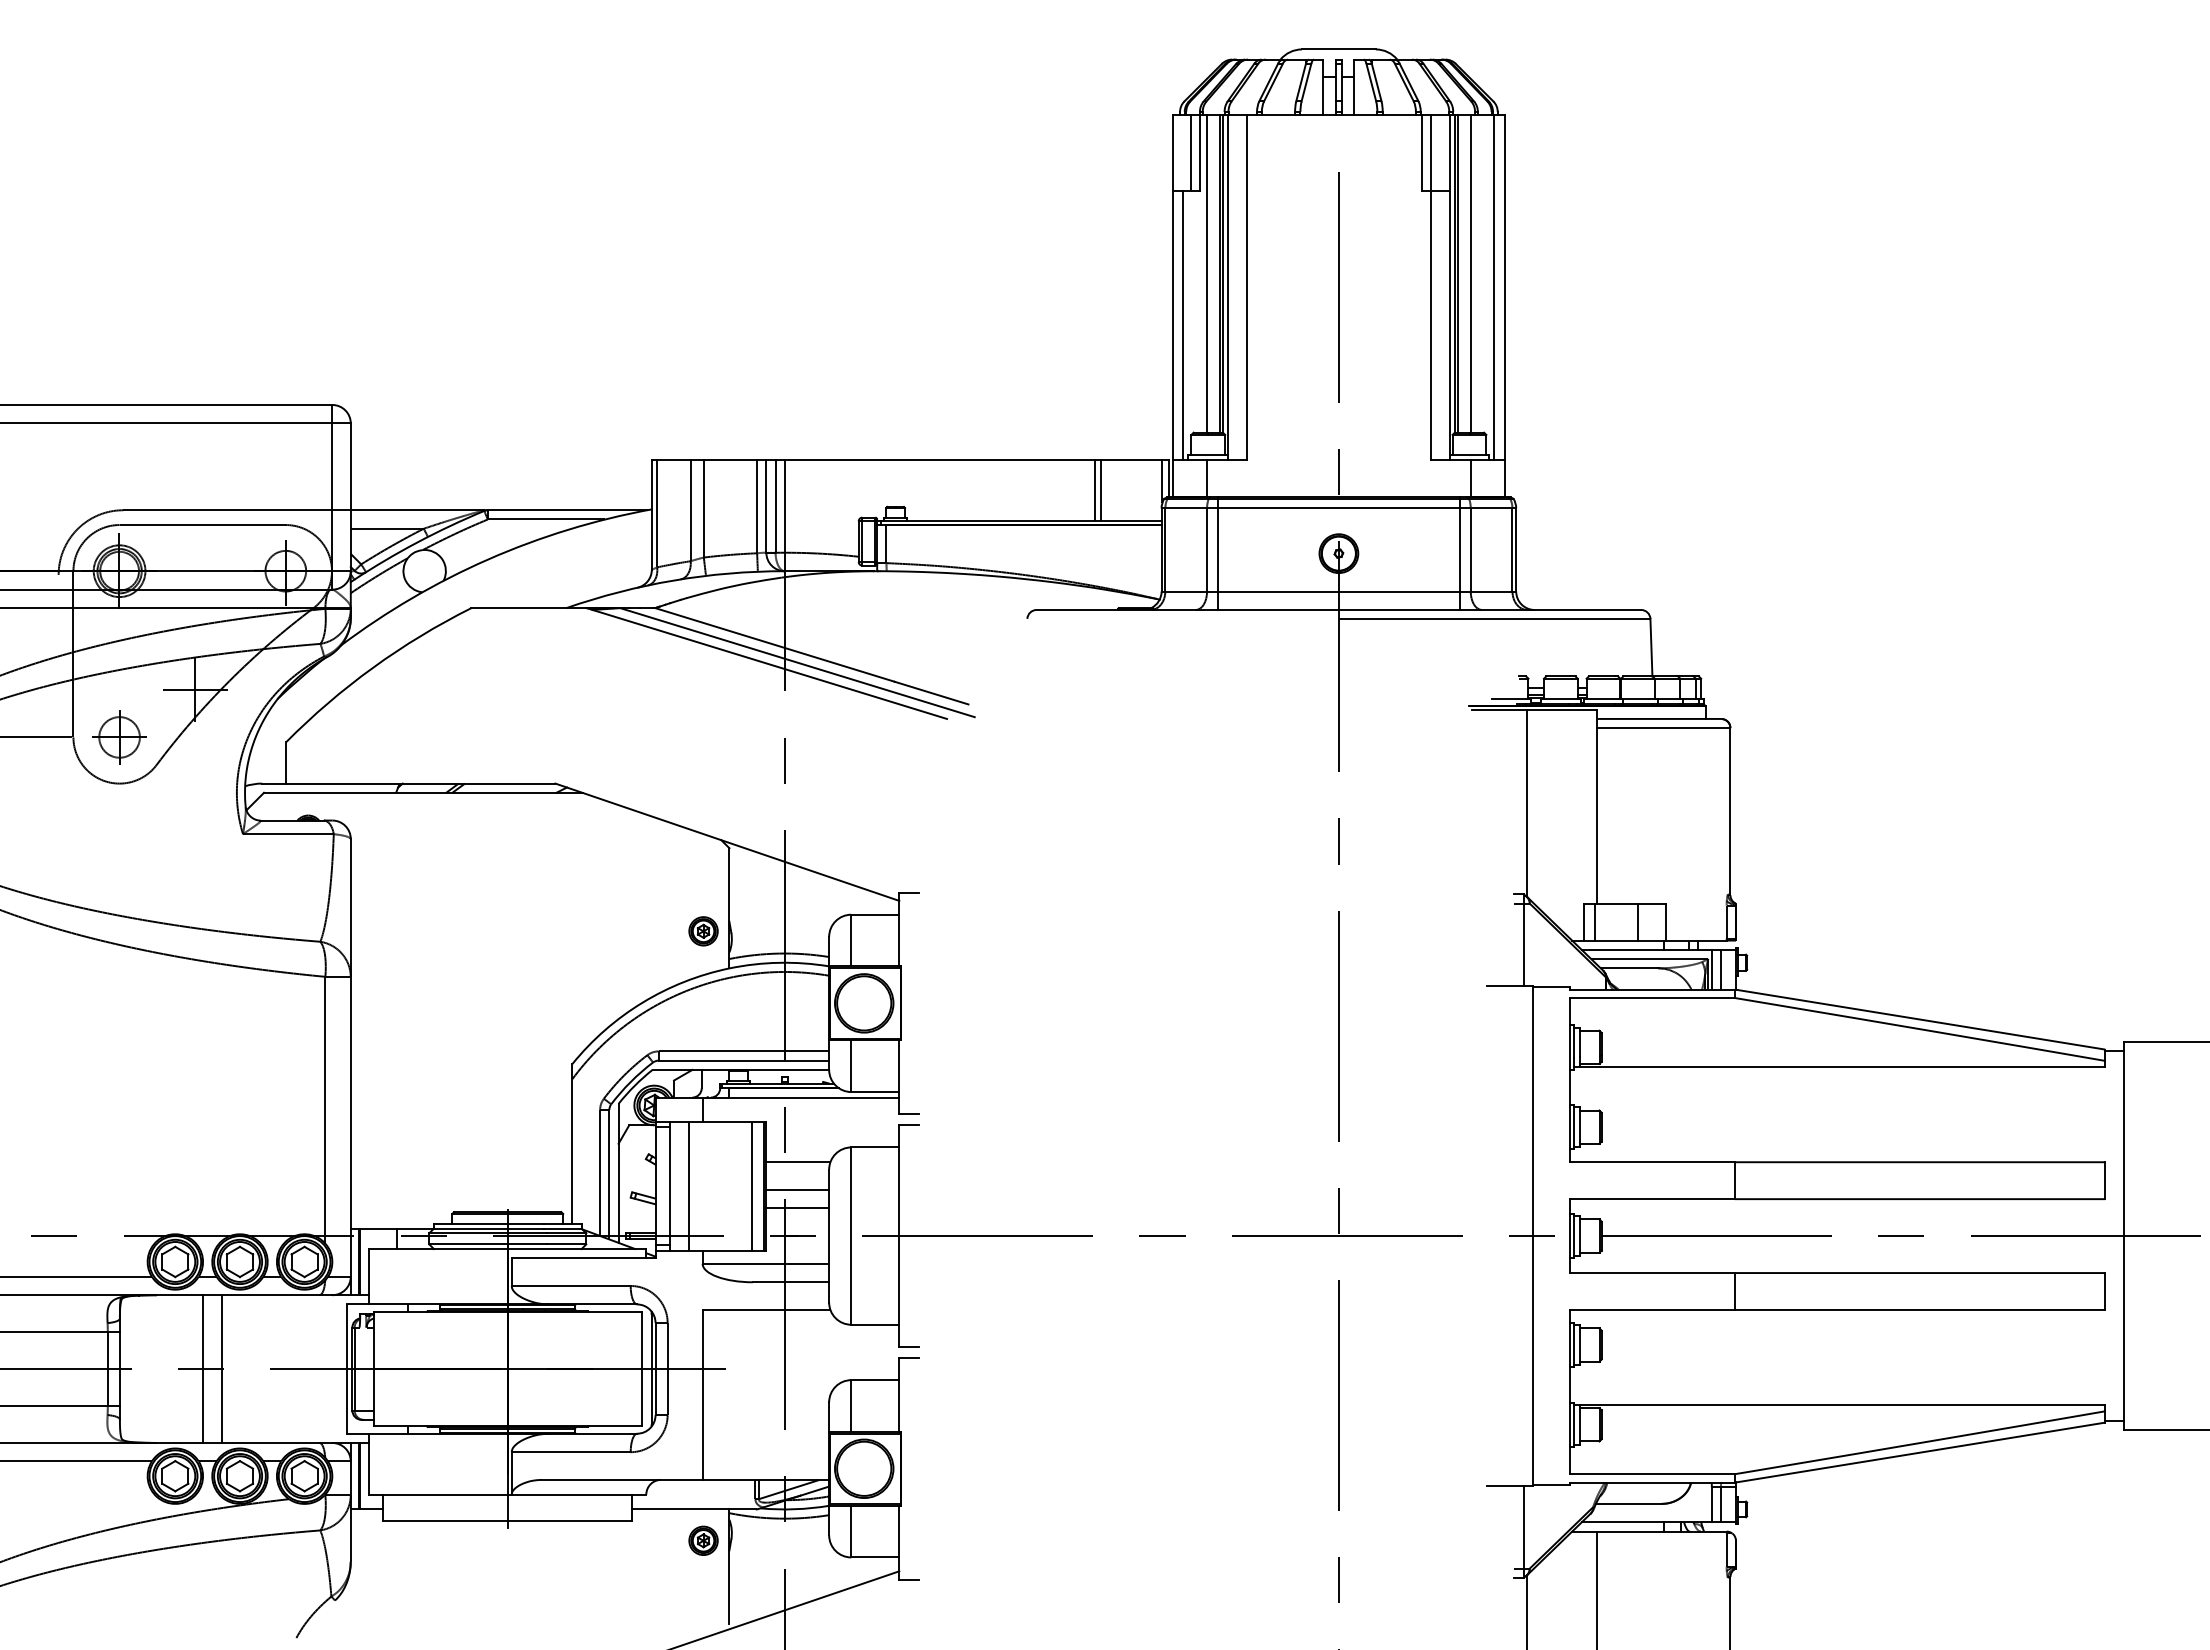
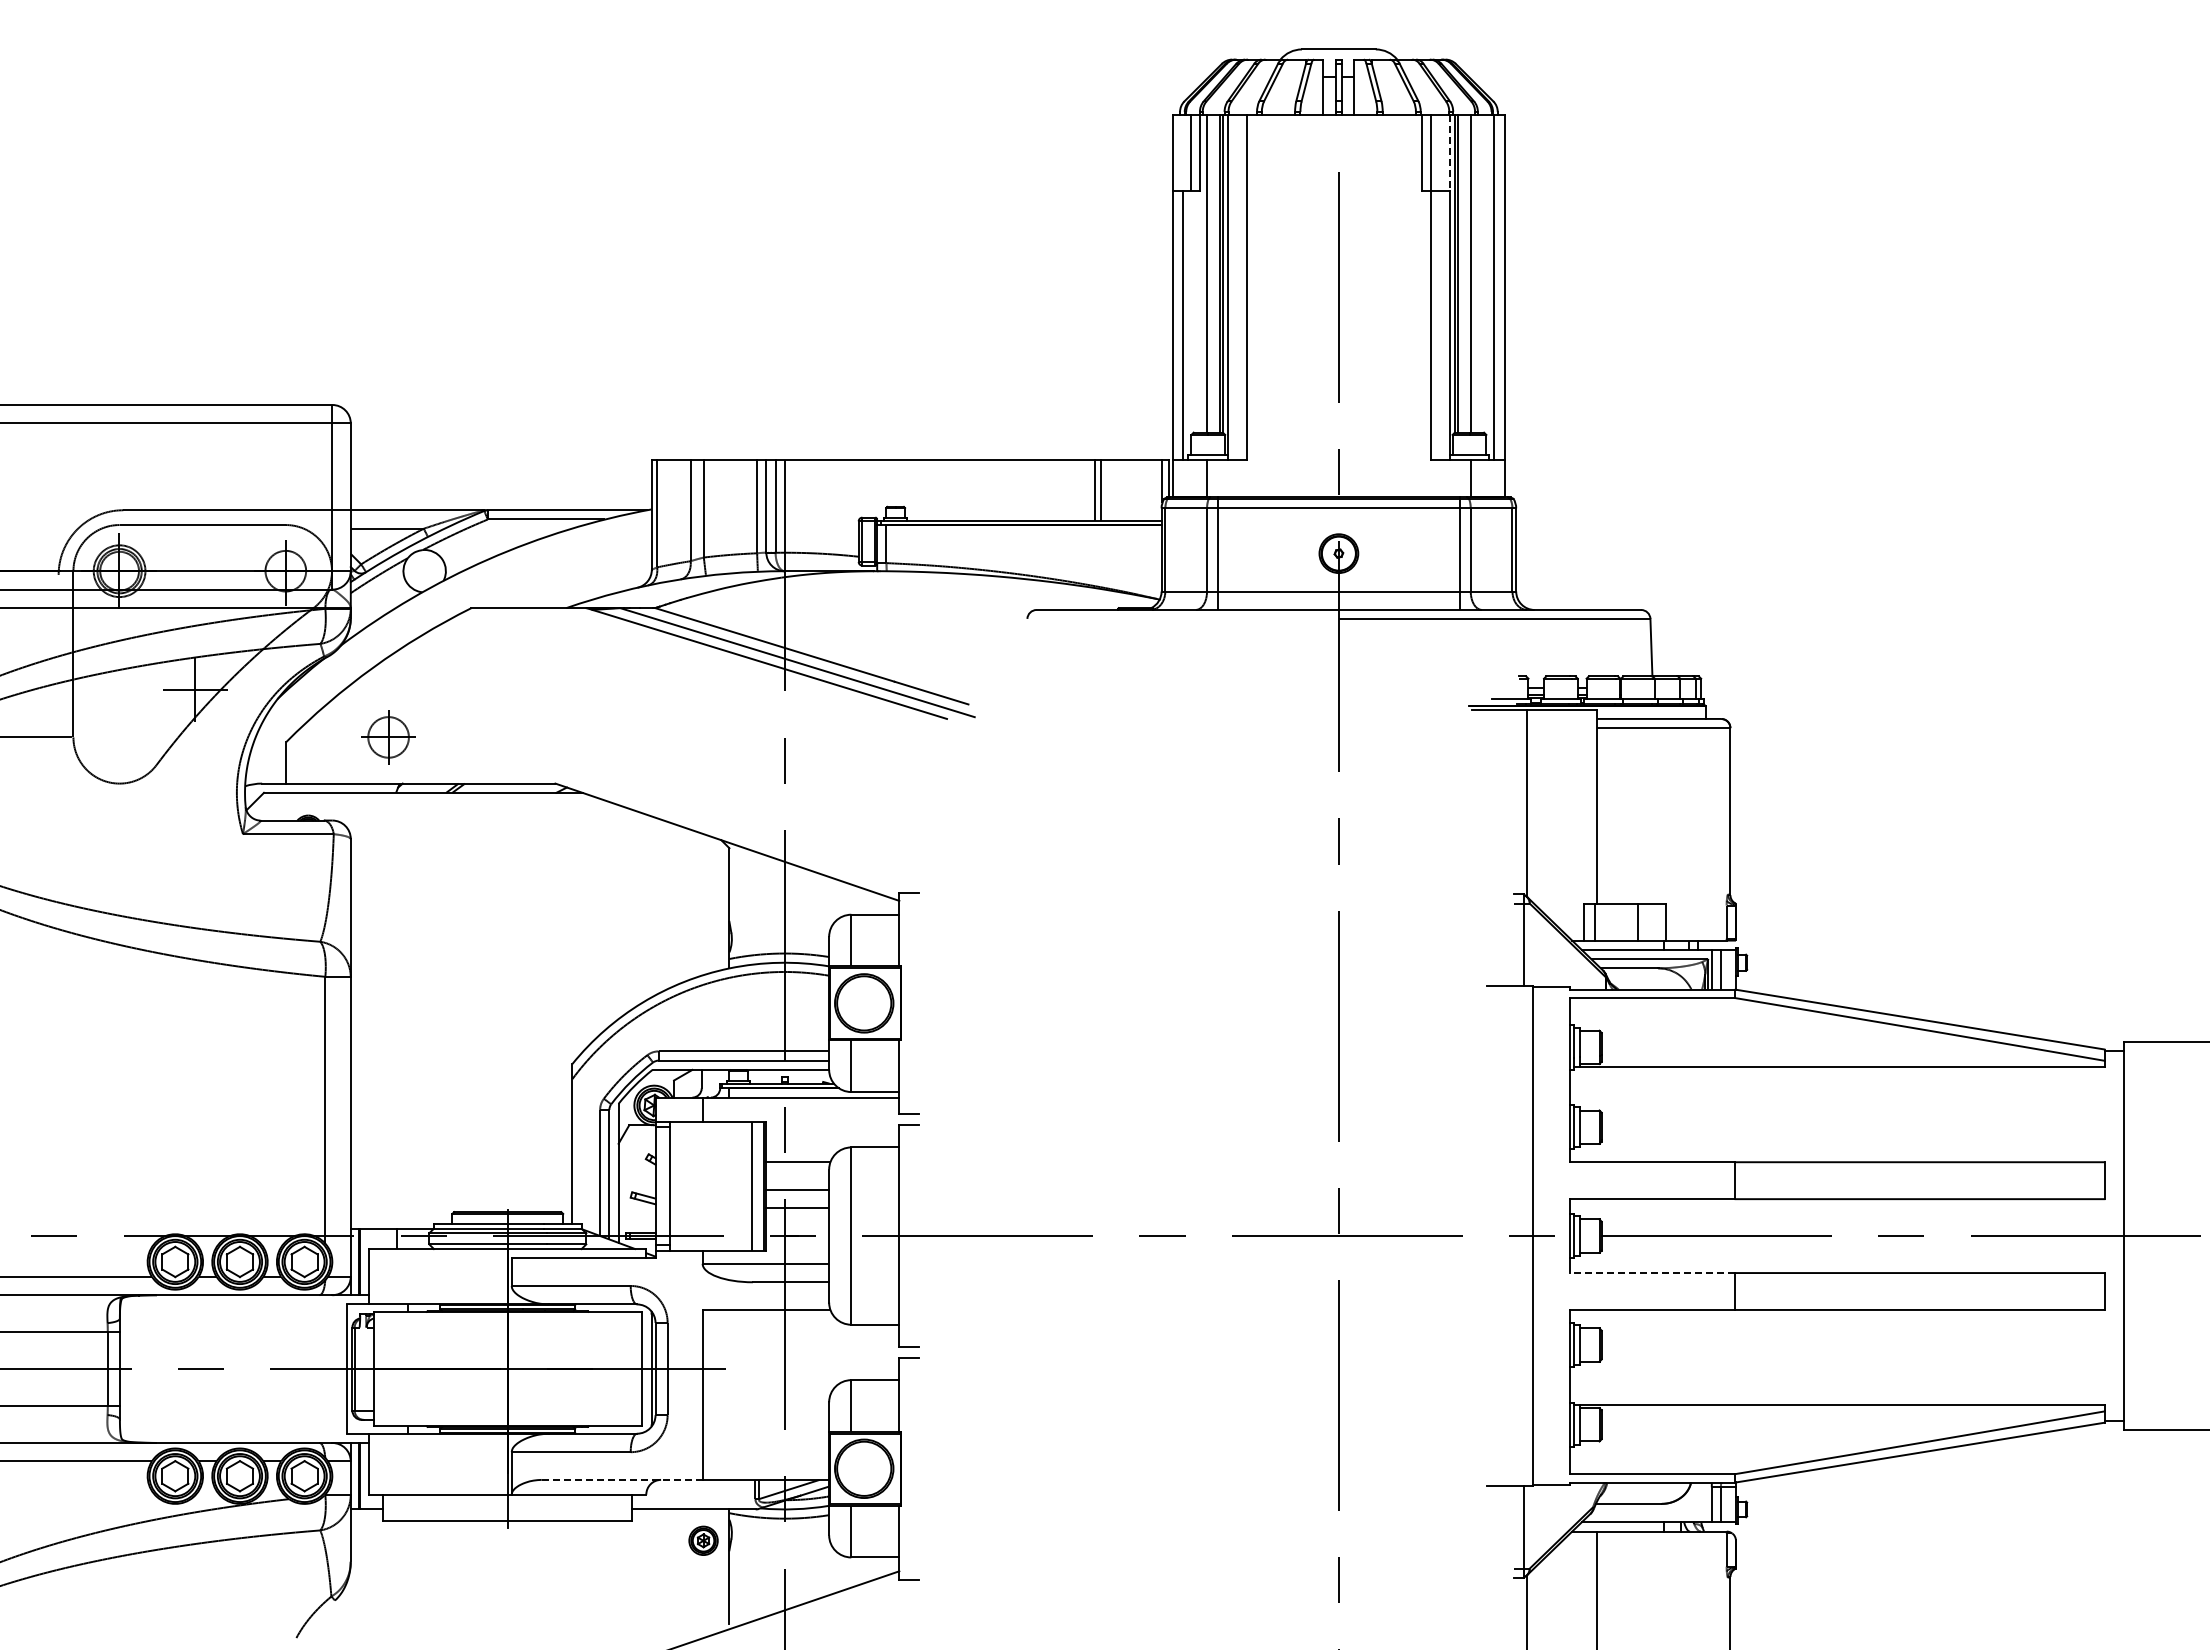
line at (1449, 152): solid -> dashed
part at (119, 737) position: (119, 737) -> (388, 737)
part at (703, 931): present -> none
line at (688, 1185): present -> none
line at (1651, 1273): solid -> dashed
line at (203, 1368): present -> none
line at (221, 1368): present -> none
line at (621, 1479): solid -> dashed
